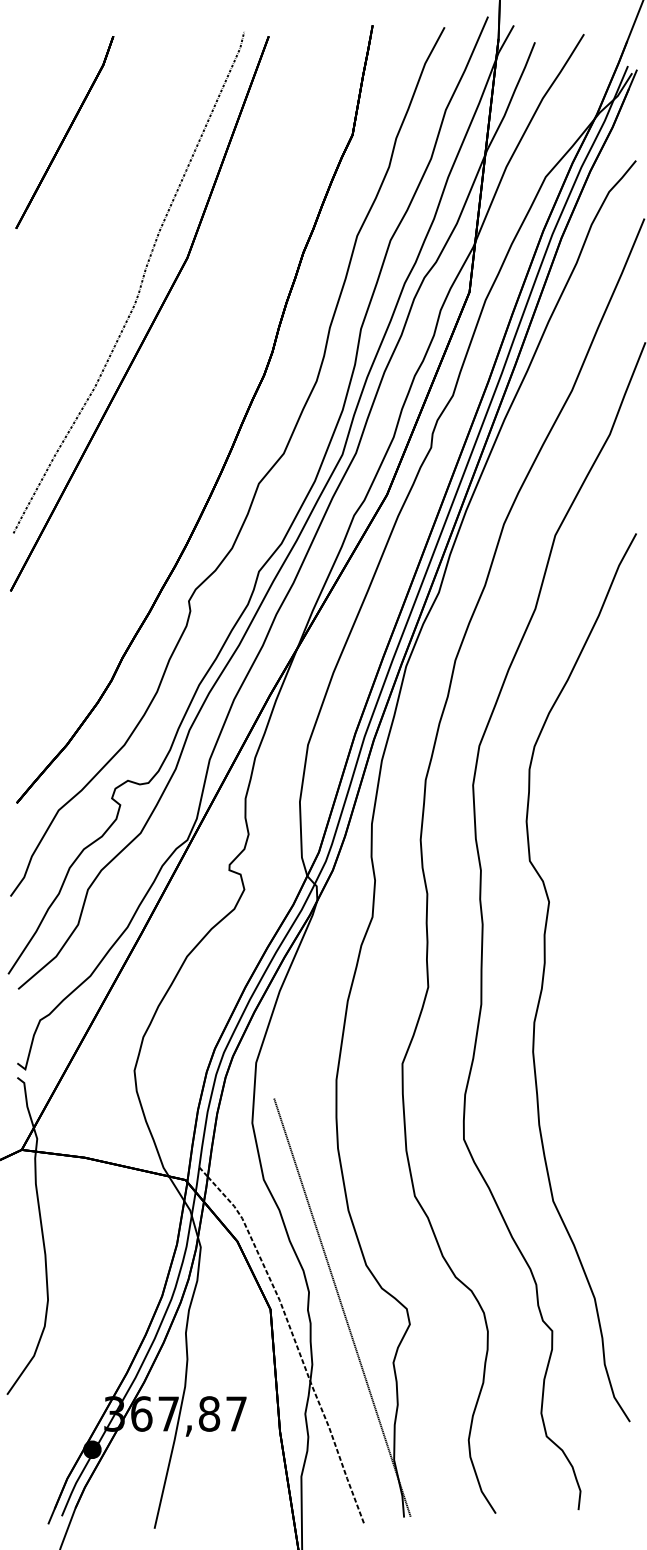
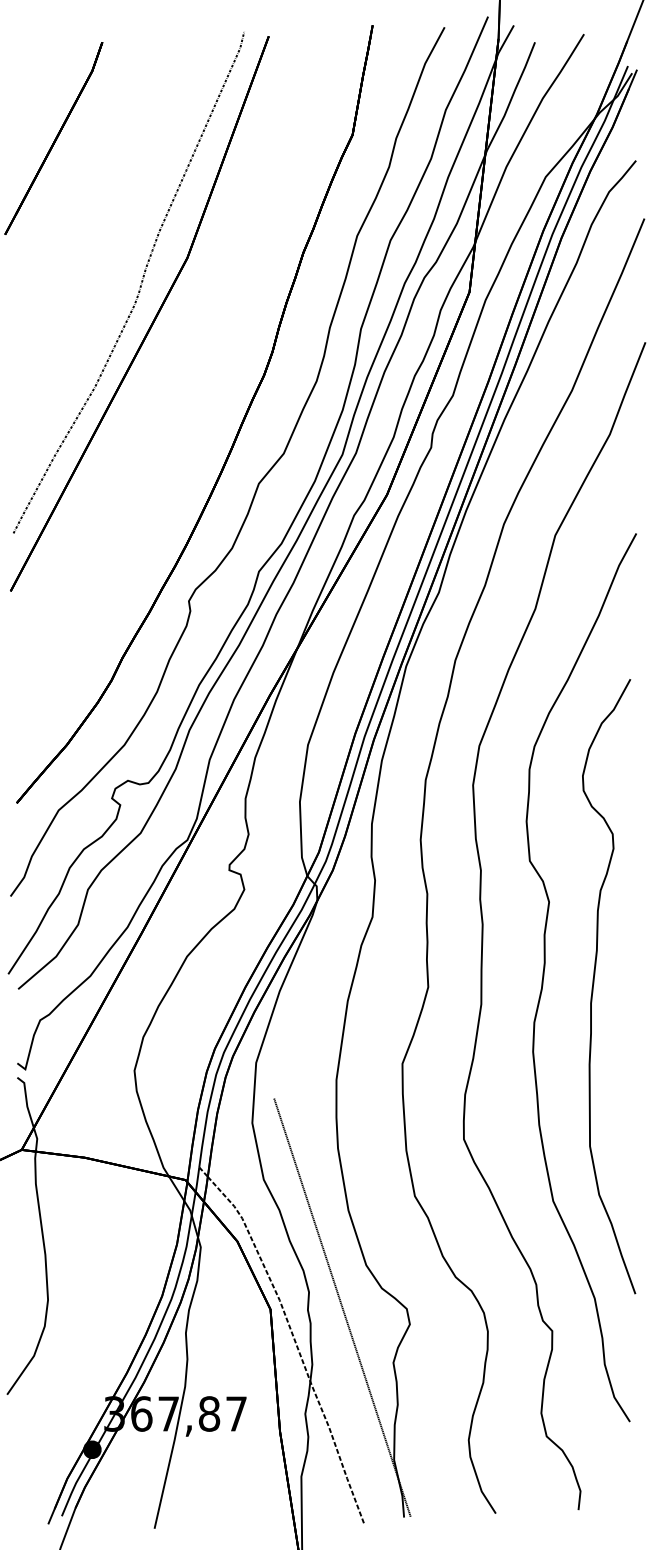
part at (64, 132) position: (64, 132) -> (53, 138)
part at (594, 983): none -> present
